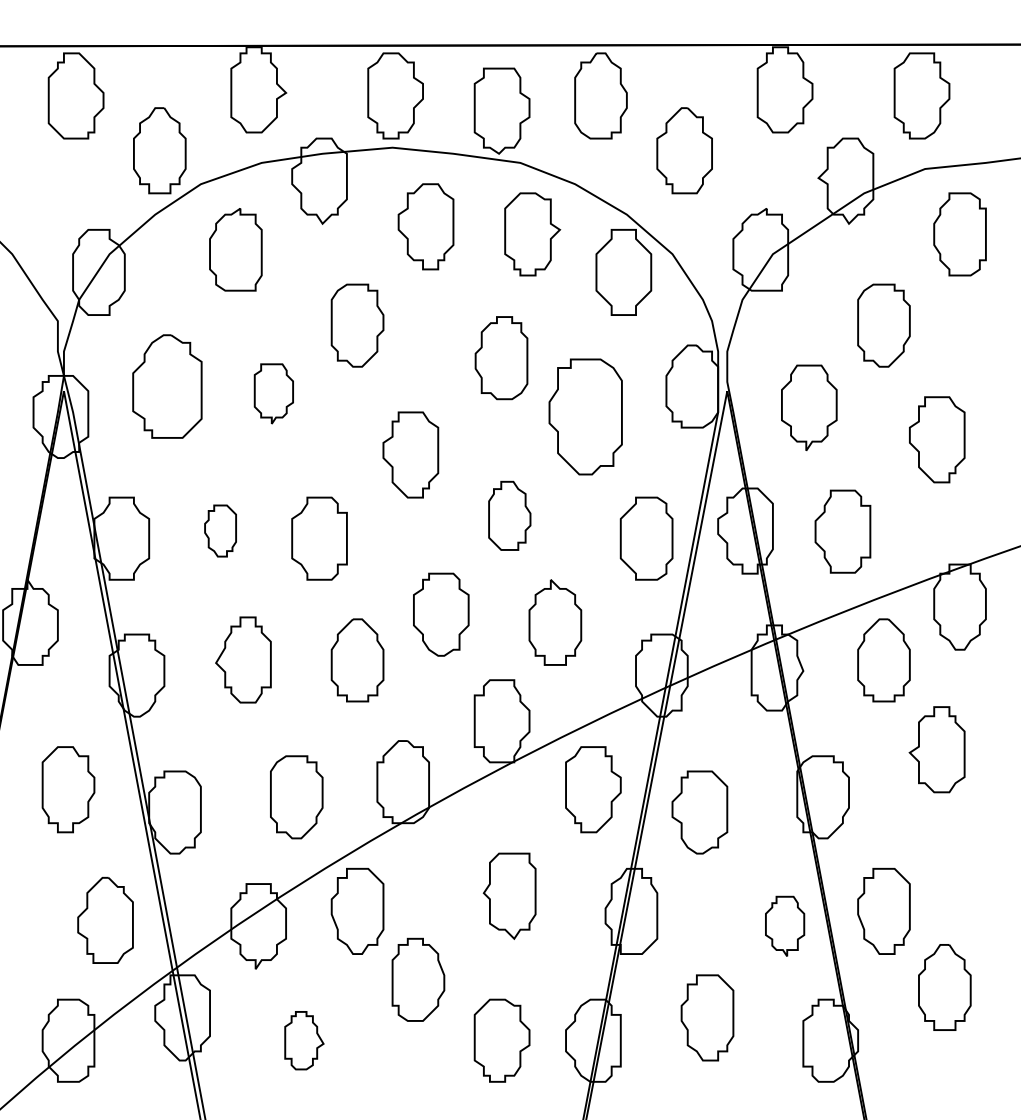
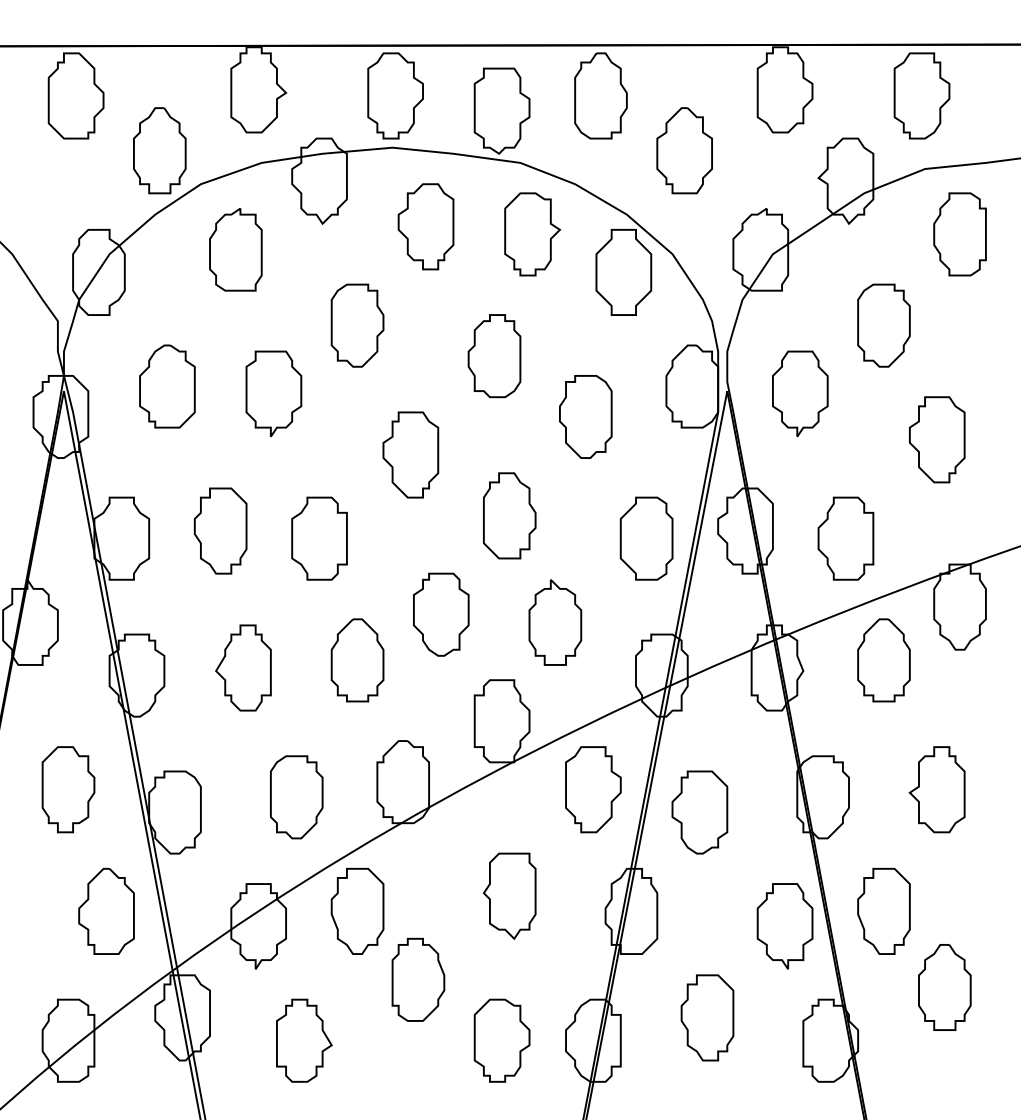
part at (501, 358) position: (501, 358) -> (494, 356)
part at (167, 386) size: 71x105 px -> 57x85 px
part at (273, 393) size: 41x62 px -> 58x88 px
part at (809, 407) position: (809, 407) -> (800, 393)
part at (585, 416) size: 75x118 px -> 54x84 px
part at (509, 515) size: 44x71 px -> 54x88 px
part at (220, 530) size: 33x54 px -> 55x88 px
part at (842, 531) position: (842, 531) -> (845, 538)
part at (243, 659) position: (243, 659) -> (243, 667)
part at (936, 749) position: (936, 749) -> (936, 789)
part at (105, 919) position: (105, 919) -> (106, 910)
part at (785, 925) size: 41x62 px -> 58x87 px
part at (304, 1040) size: 41x60 px -> 57x85 px
